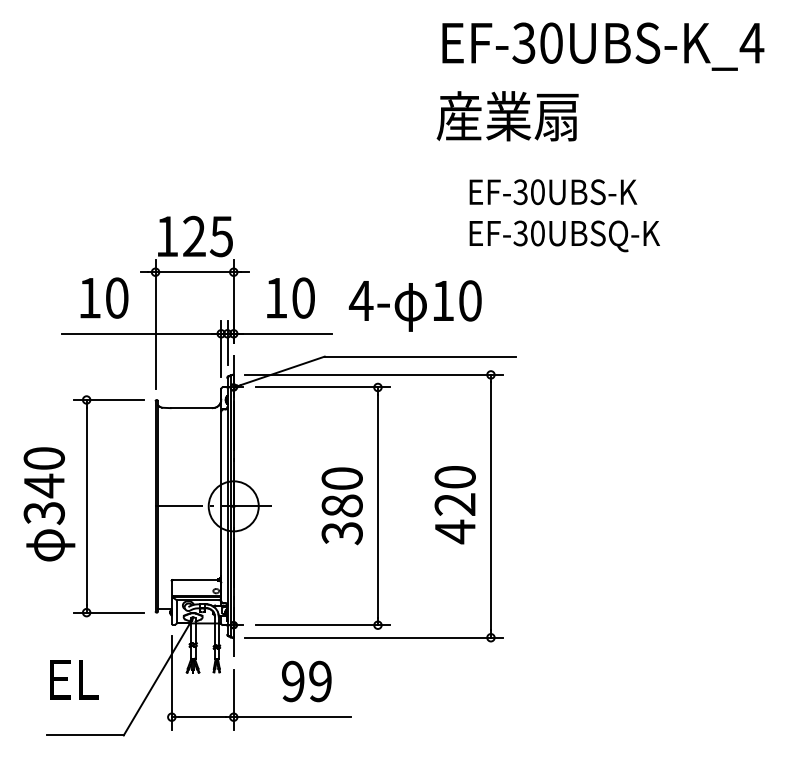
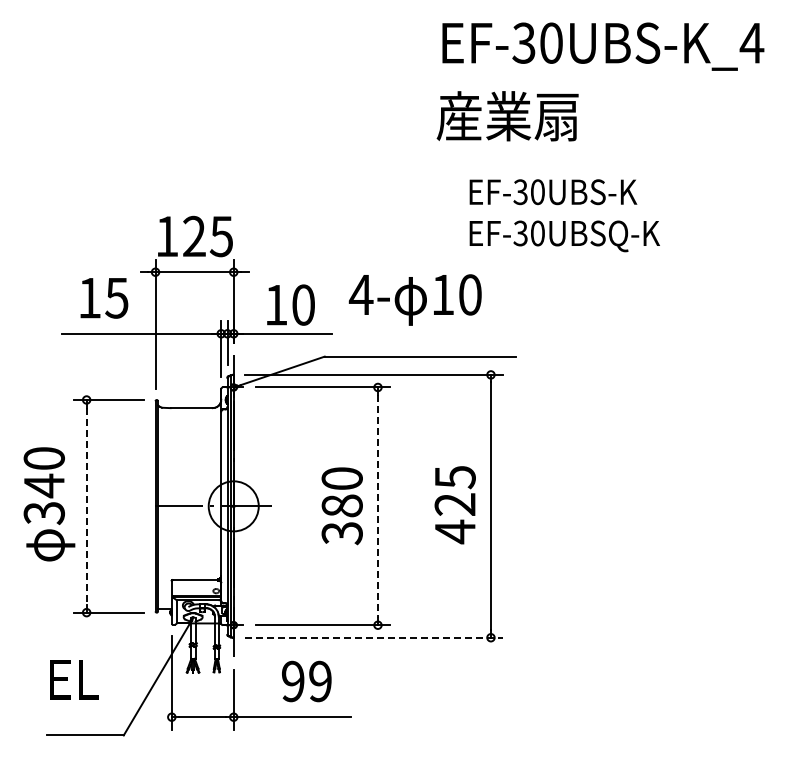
text at (116, 297): 10 -> 15
text at (290, 297) position: (290, 297) -> (290, 304)
text at (414, 305) position: (414, 305) -> (414, 299)
text at (454, 477): 420 -> 425
line at (86, 506): solid -> dashed
line at (377, 506): solid -> dashed
line at (374, 637): solid -> dashed
